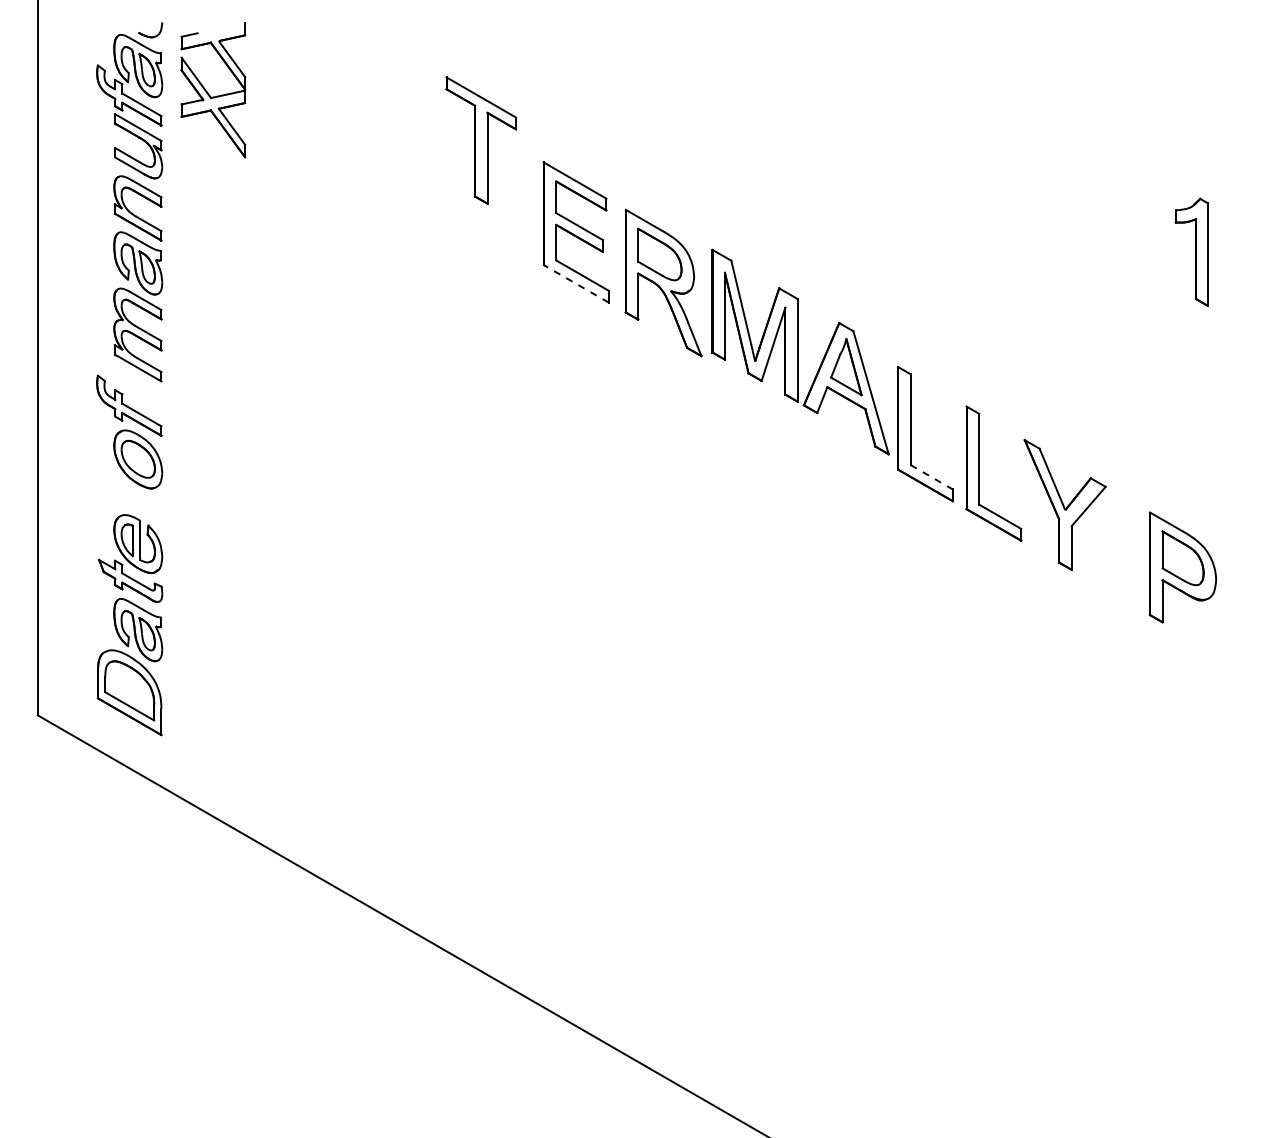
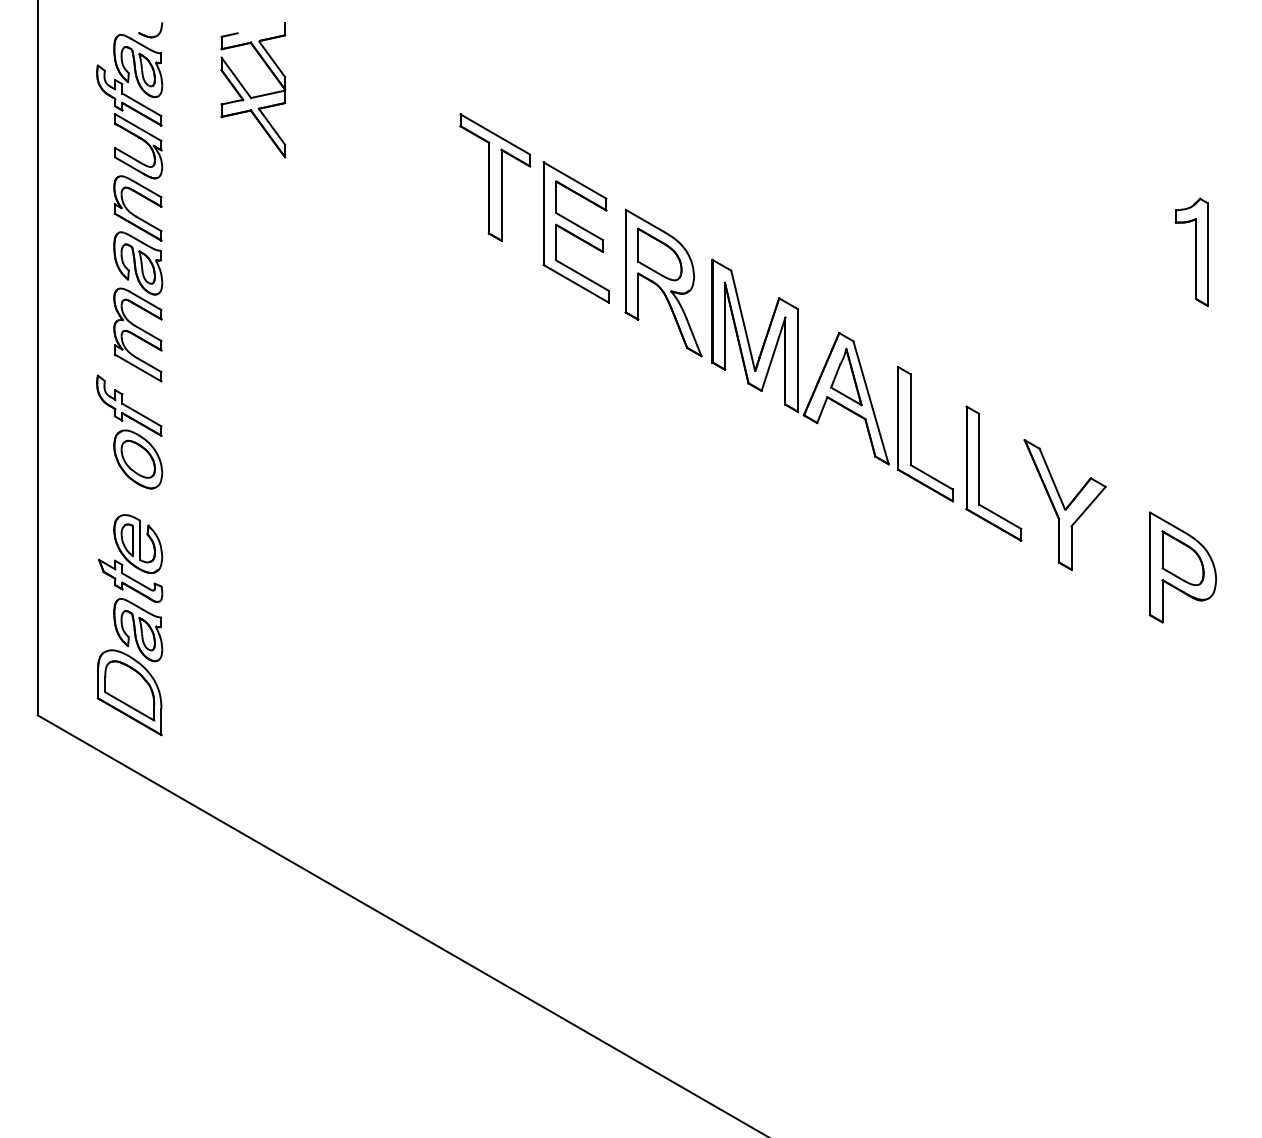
part at (213, 90) position: (213, 90) -> (253, 90)
part at (481, 140) position: (481, 140) -> (495, 177)
line at (576, 283): dashed -> solid
part at (800, 351) position: (800, 351) -> (800, 361)
line at (932, 477): dashed -> solid
